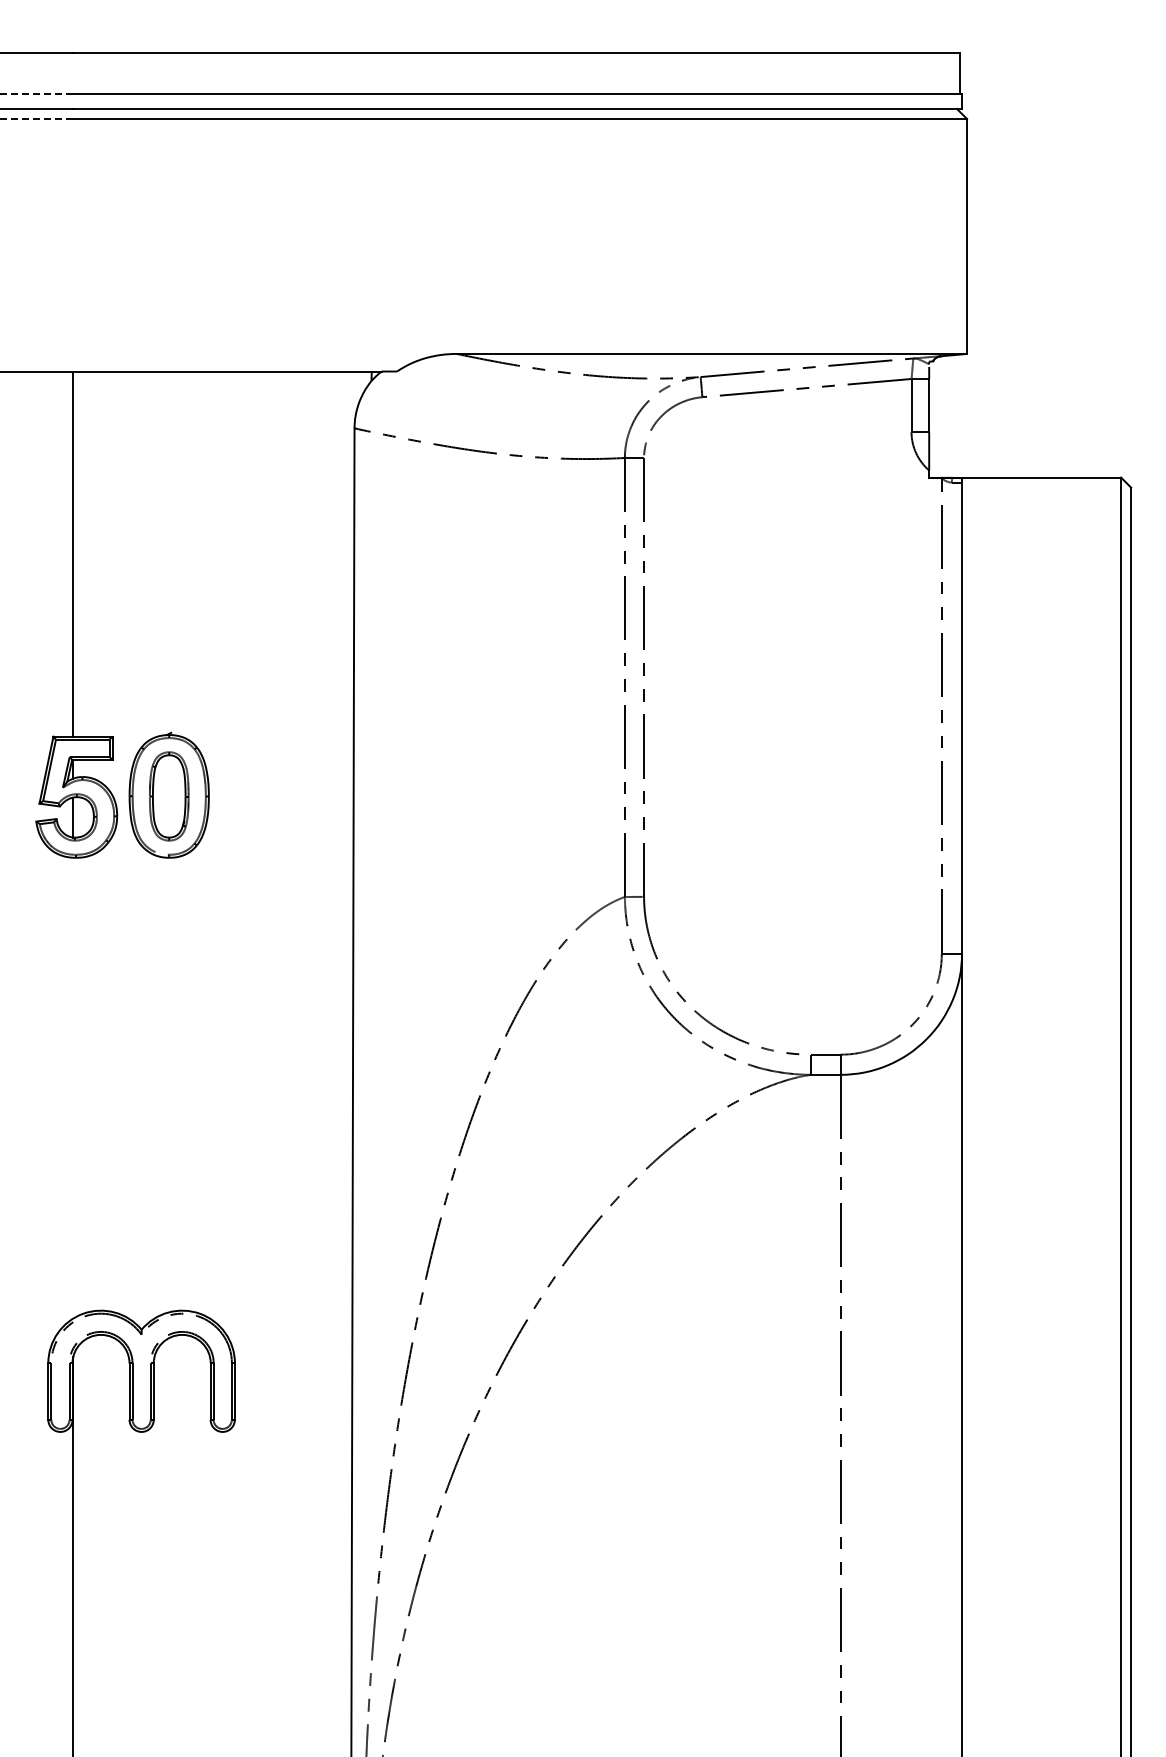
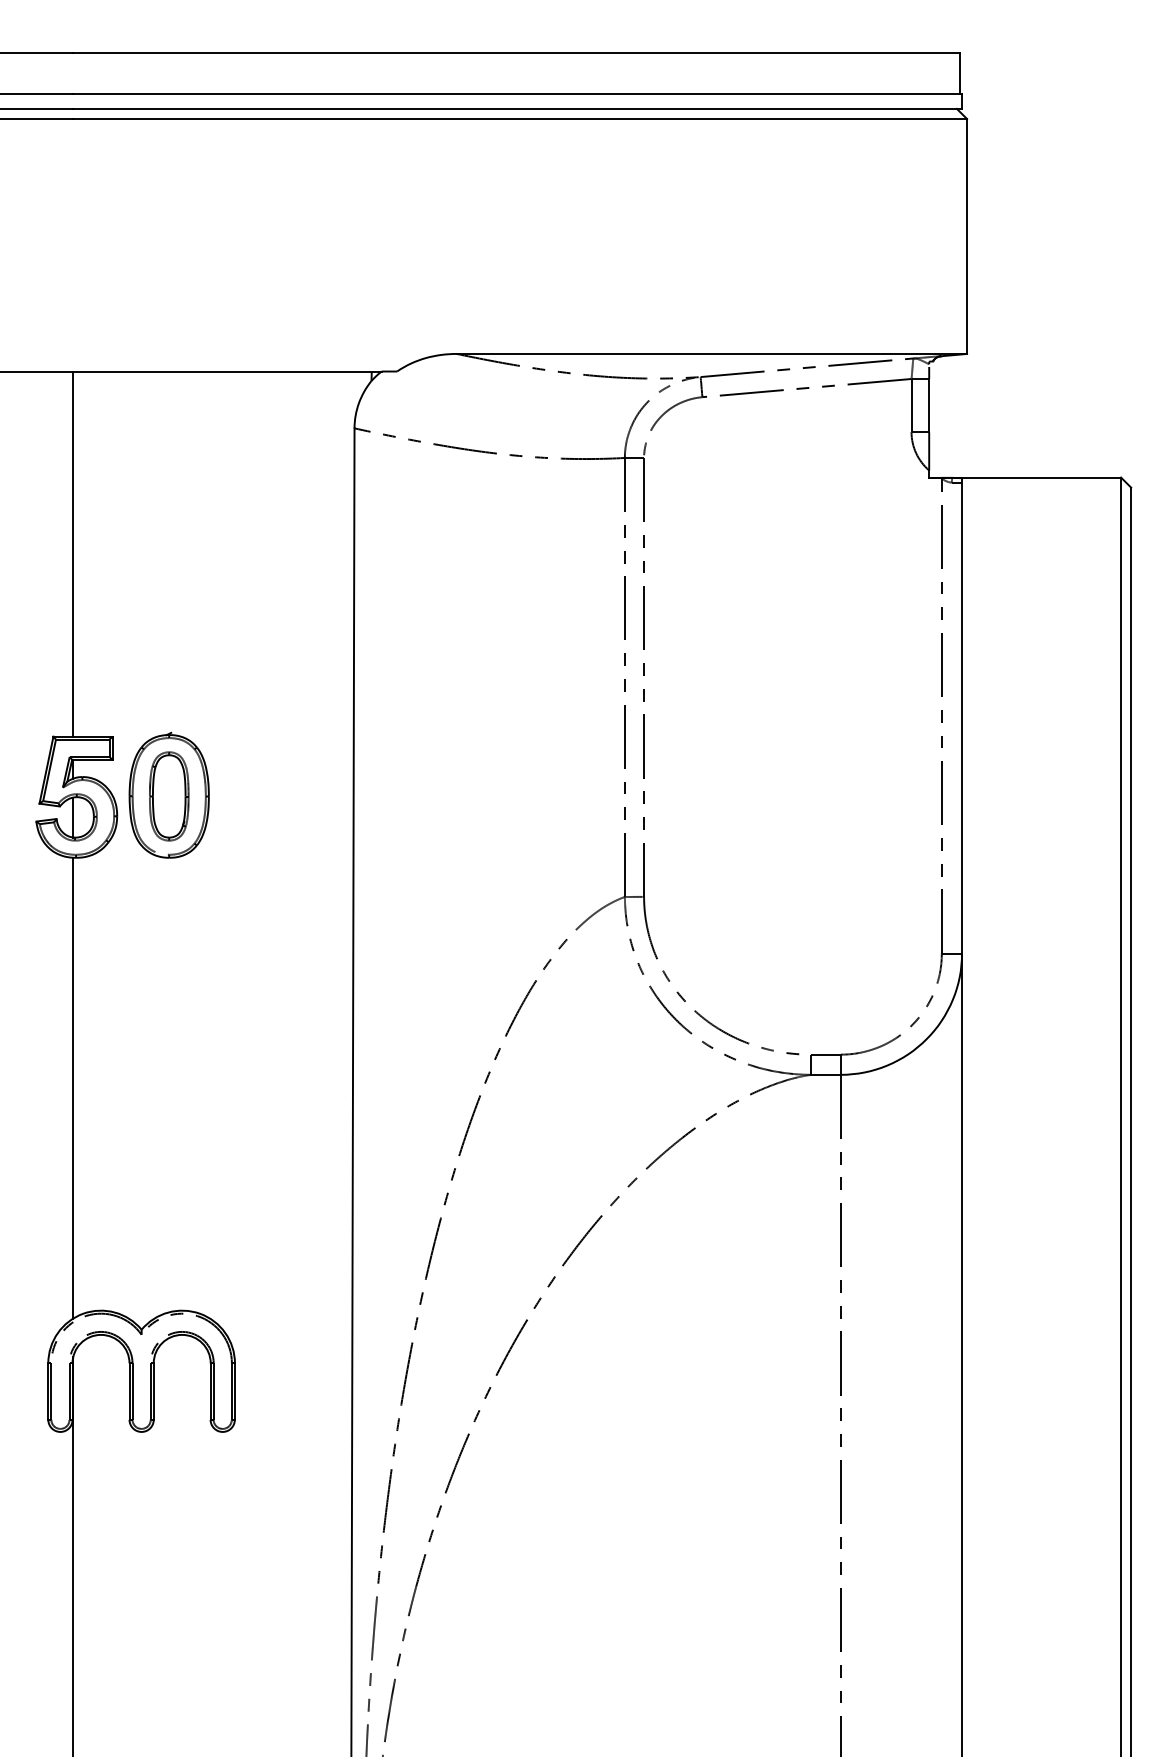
line at (36, 93): dashed -> solid
line at (36, 119): dashed -> solid
line at (73, 1087): none -> present
